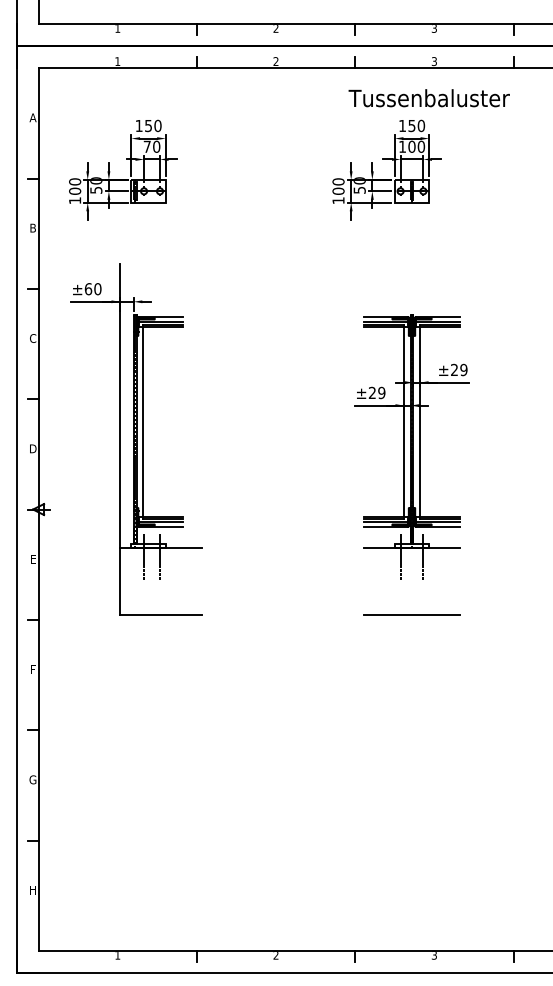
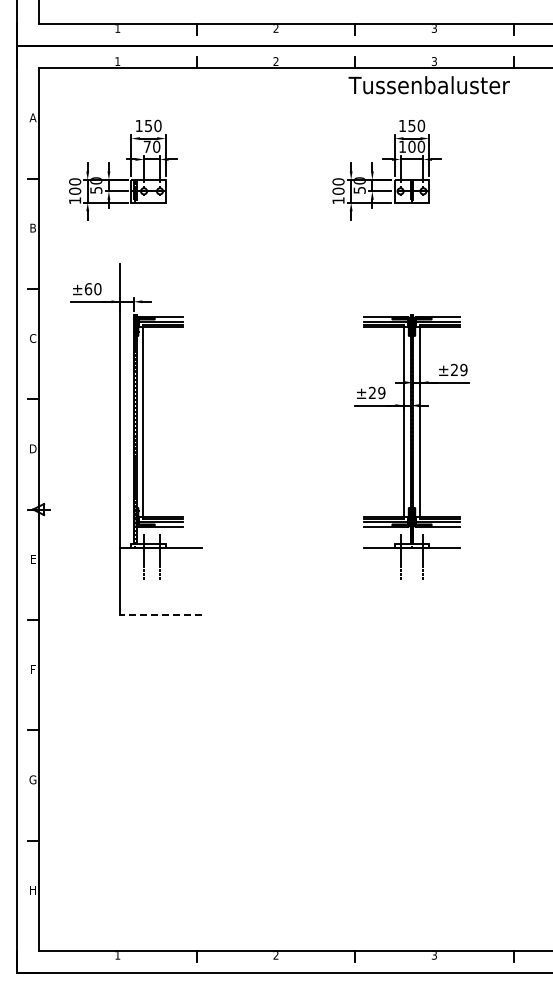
text at (428, 98) position: (428, 98) -> (428, 85)
line at (160, 615): solid -> dashed
line at (411, 615): present -> none
